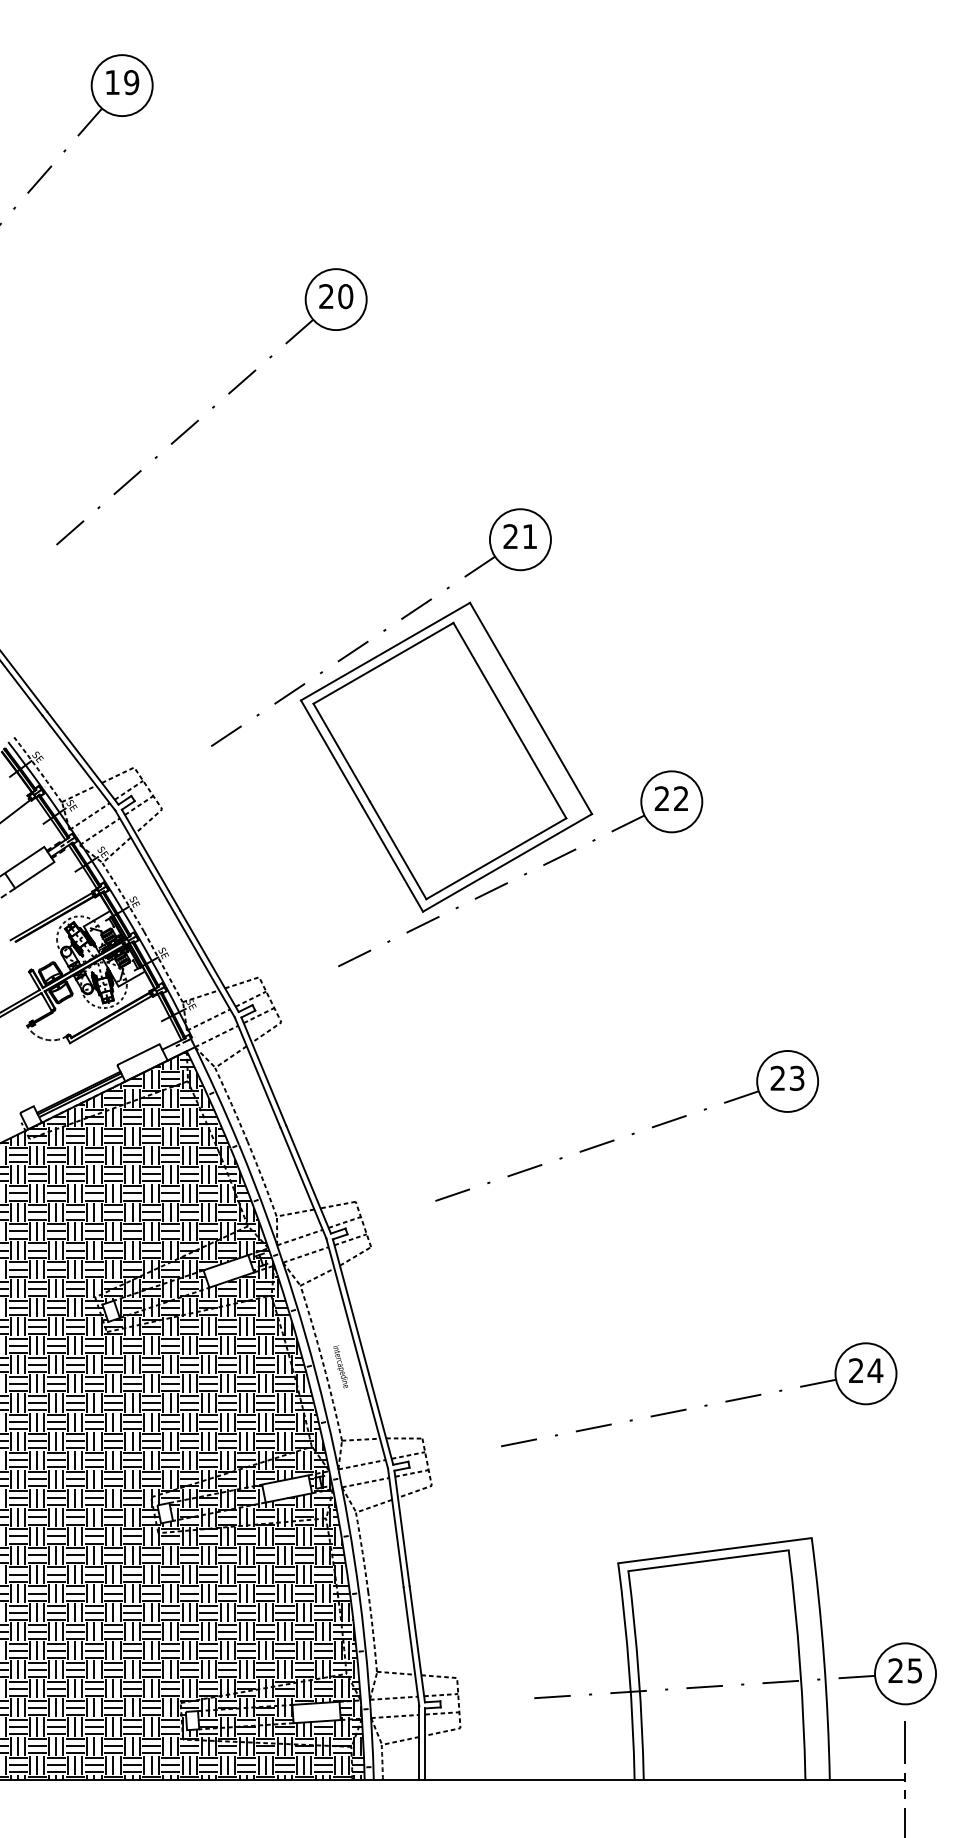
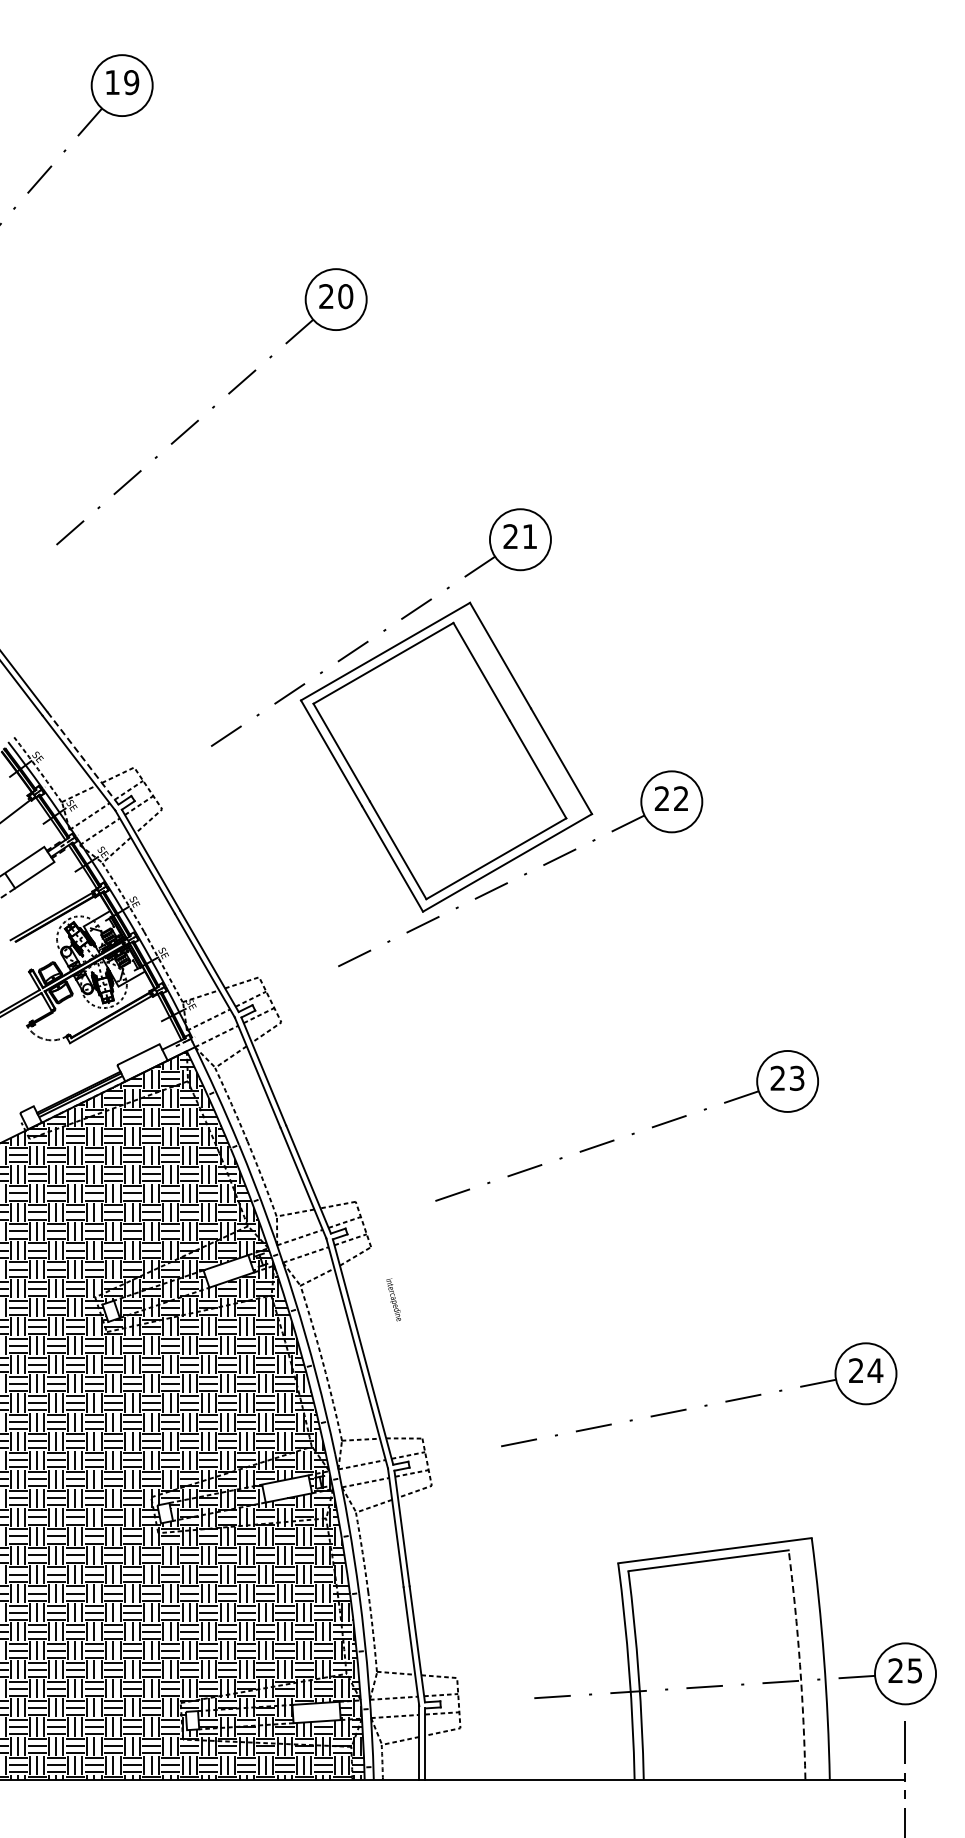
line at (83, 758): solid -> dashed
text at (340, 1366) position: (340, 1366) -> (393, 1299)
arc at (800, 1664): solid -> dashed
